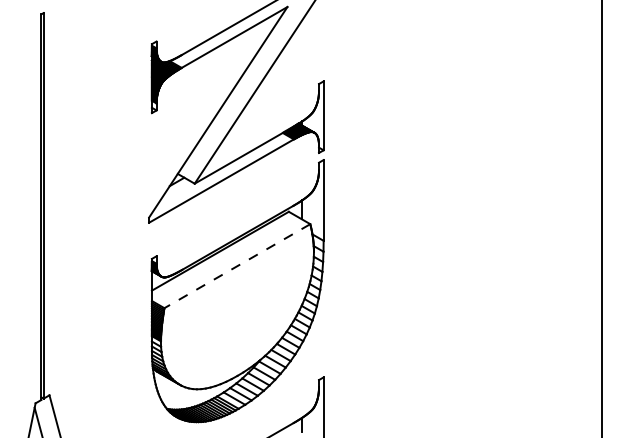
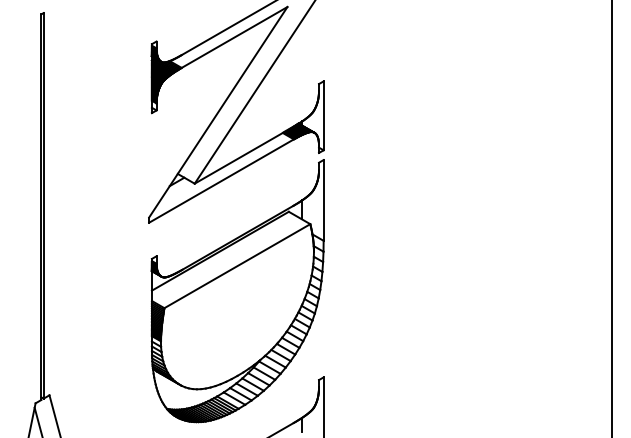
line at (602, 218) position: (602, 218) -> (612, 218)
line at (236, 266): dashed -> solid
